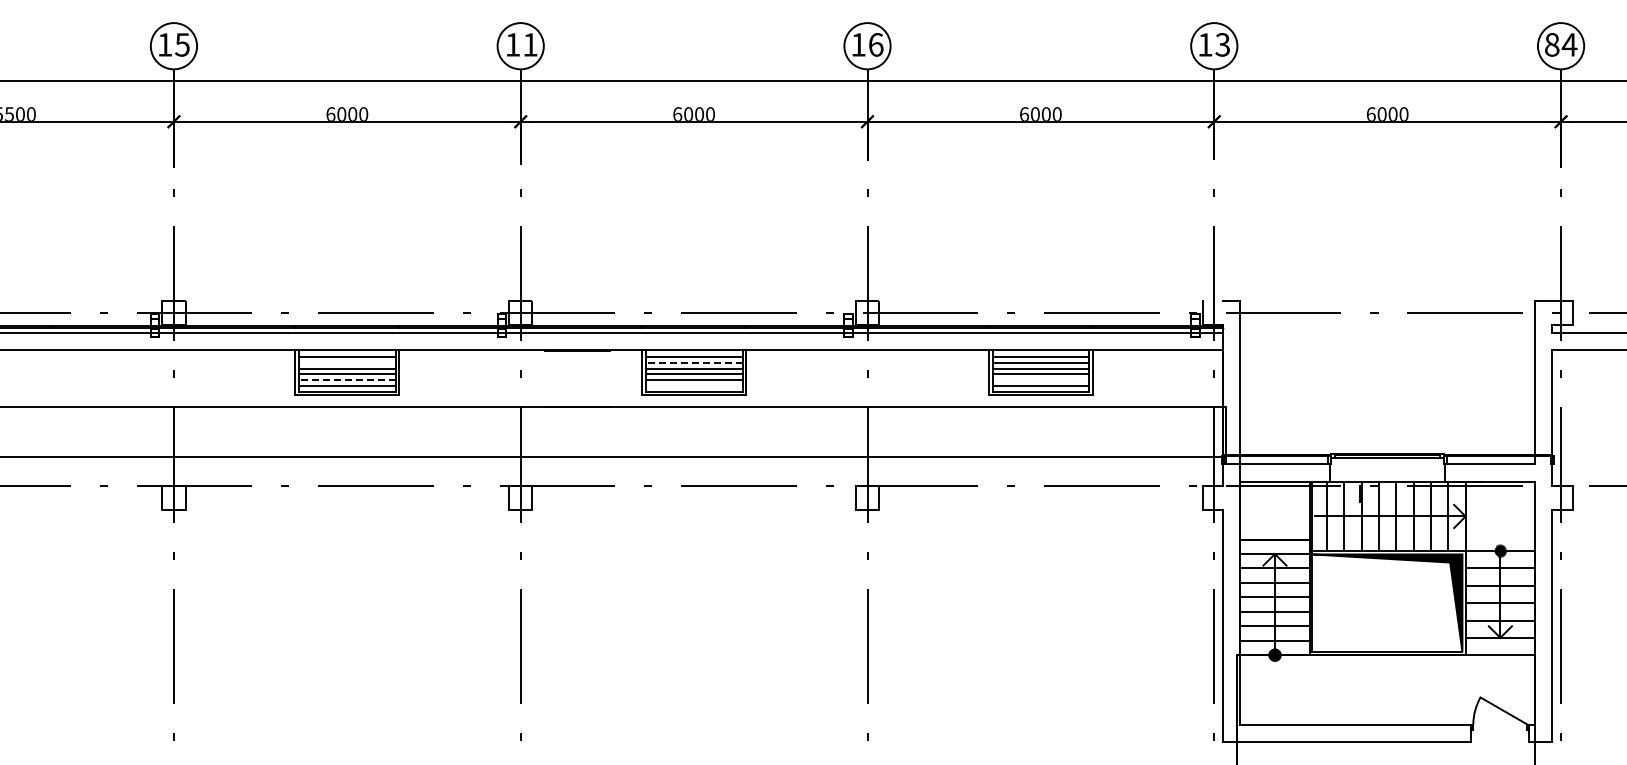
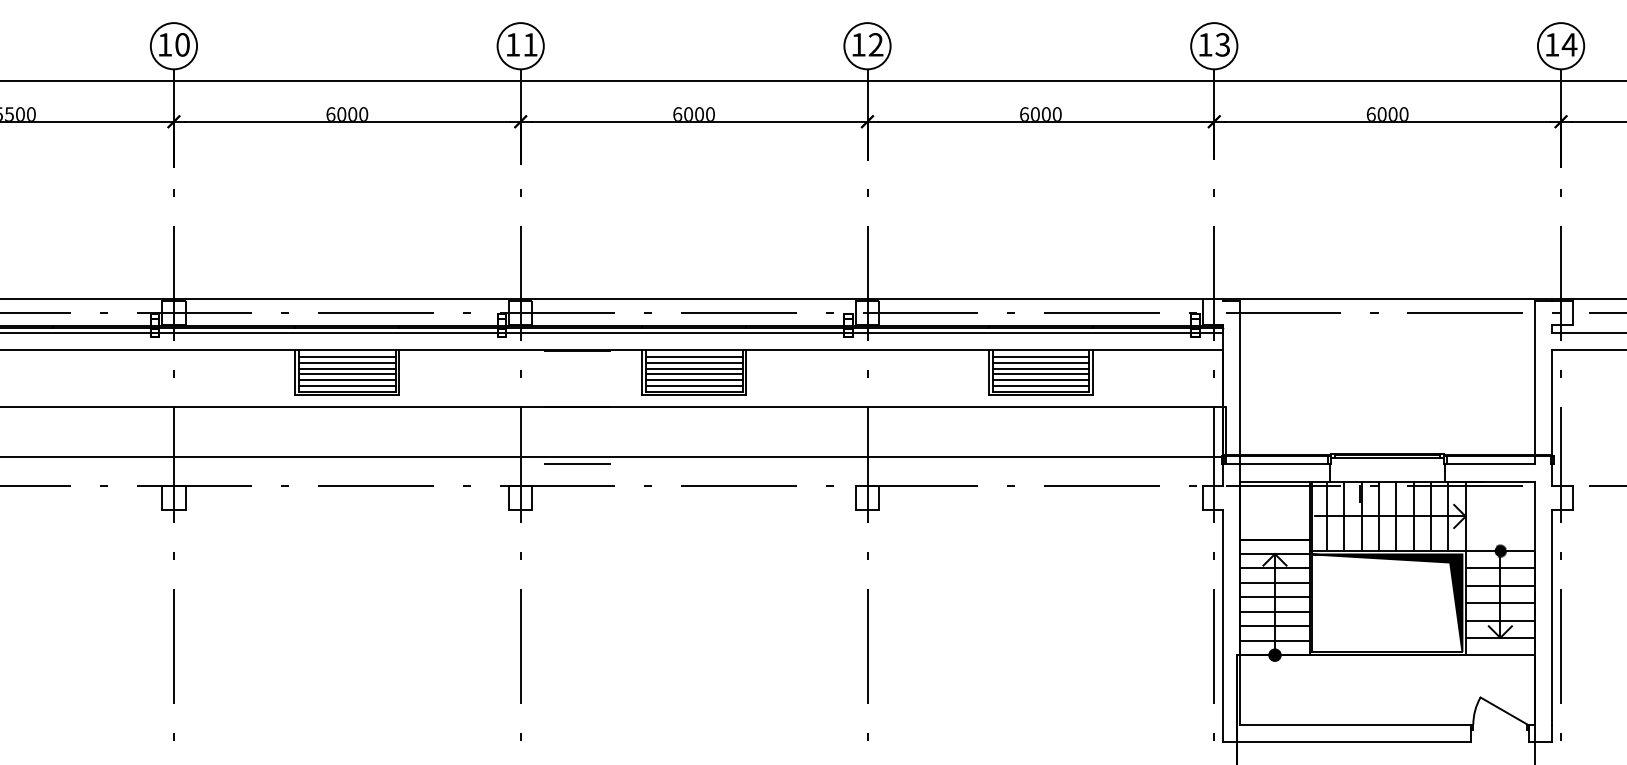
text at (182, 44): 15 -> 10
text at (875, 44): 16 -> 12
text at (1552, 44): 84 -> 14
line at (812, 298): none -> present
line at (347, 362): none -> present
line at (693, 362): dashed -> solid
line at (346, 380): dashed -> solid
line at (1040, 380): none -> present
line at (693, 385): none -> present
line at (577, 464): none -> present
